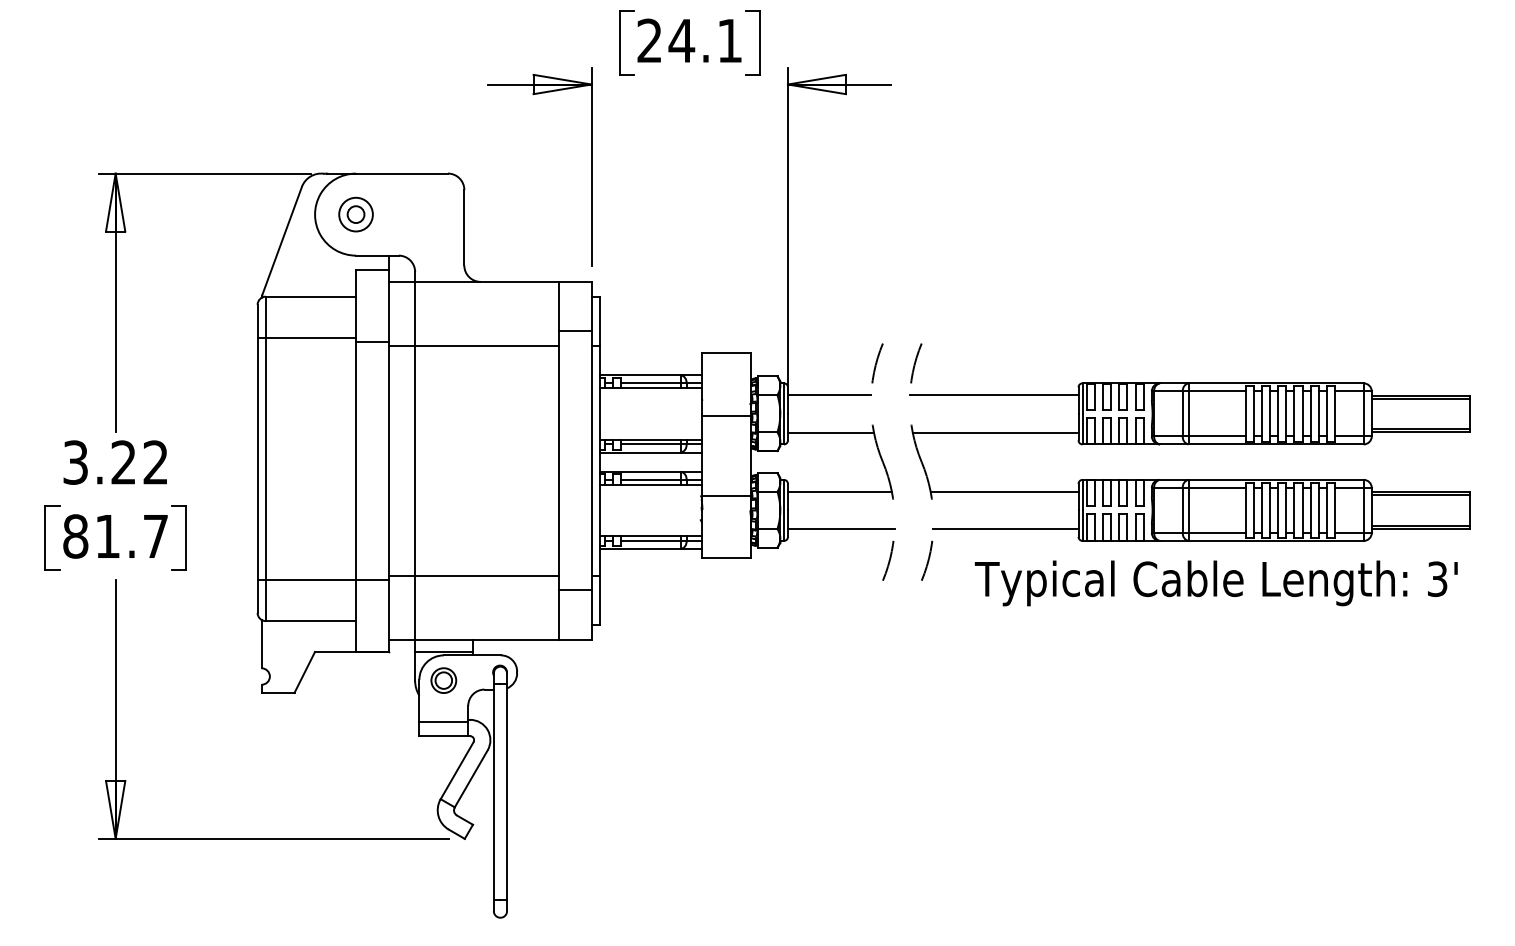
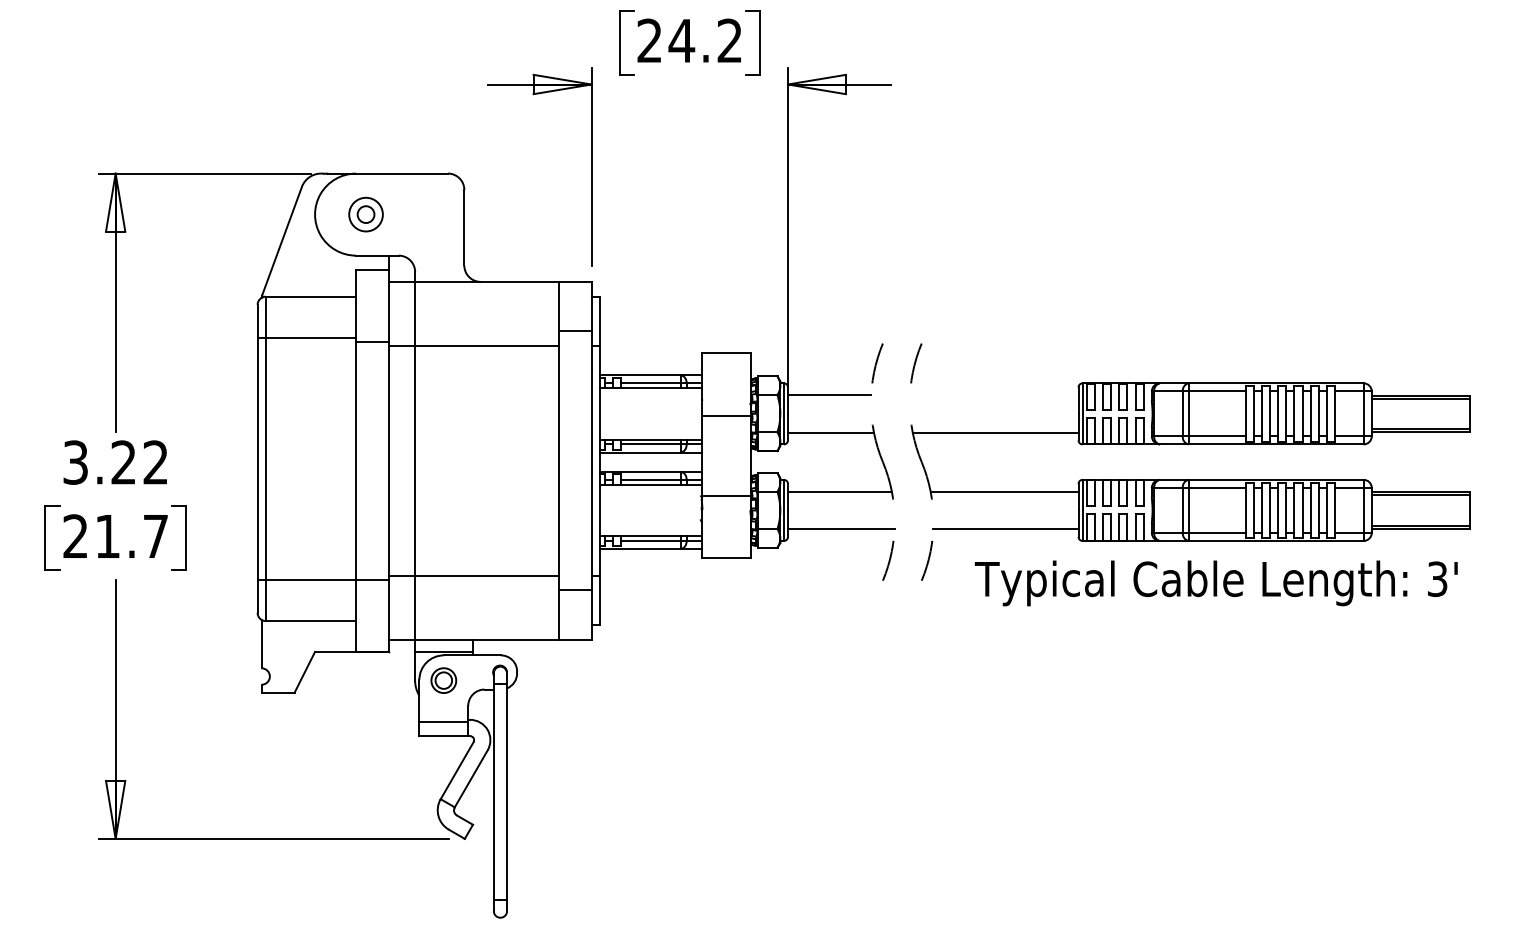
text at (729, 40): 24.1 -> 24.2
part at (355, 214) position: (355, 214) -> (365, 214)
line at (994, 395): present -> none
text at (75, 536): 81.7 -> 21.7
